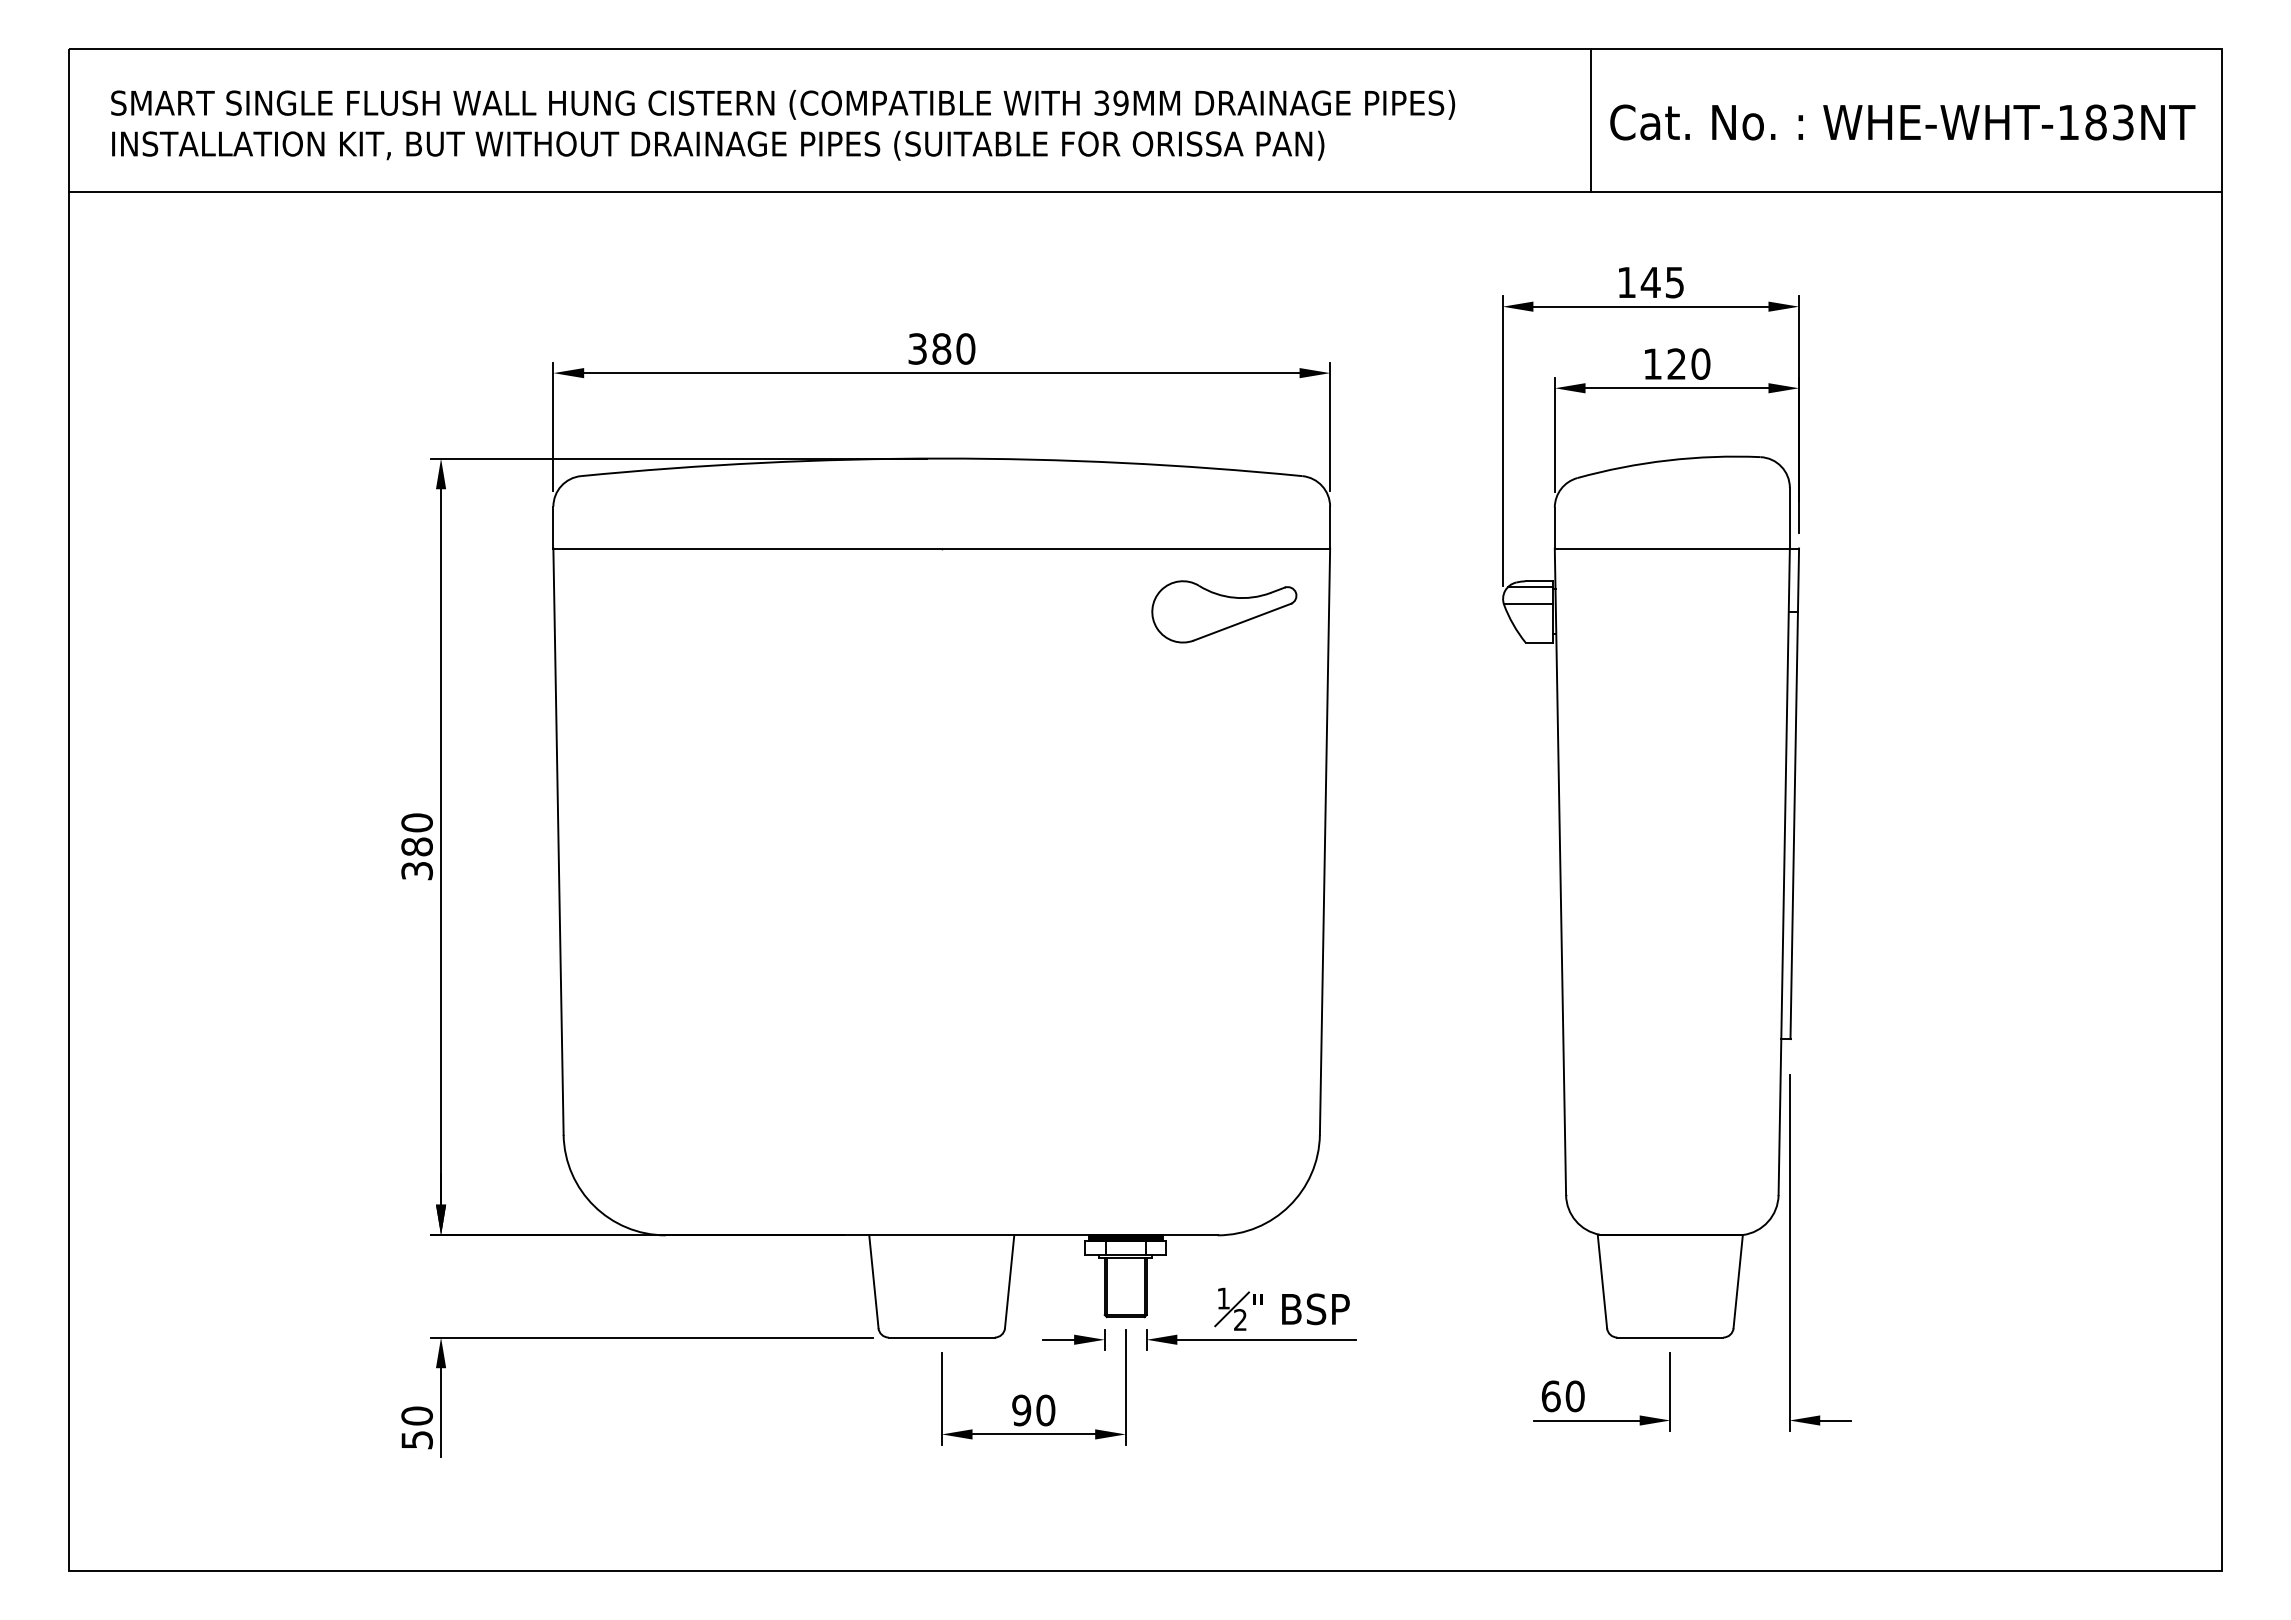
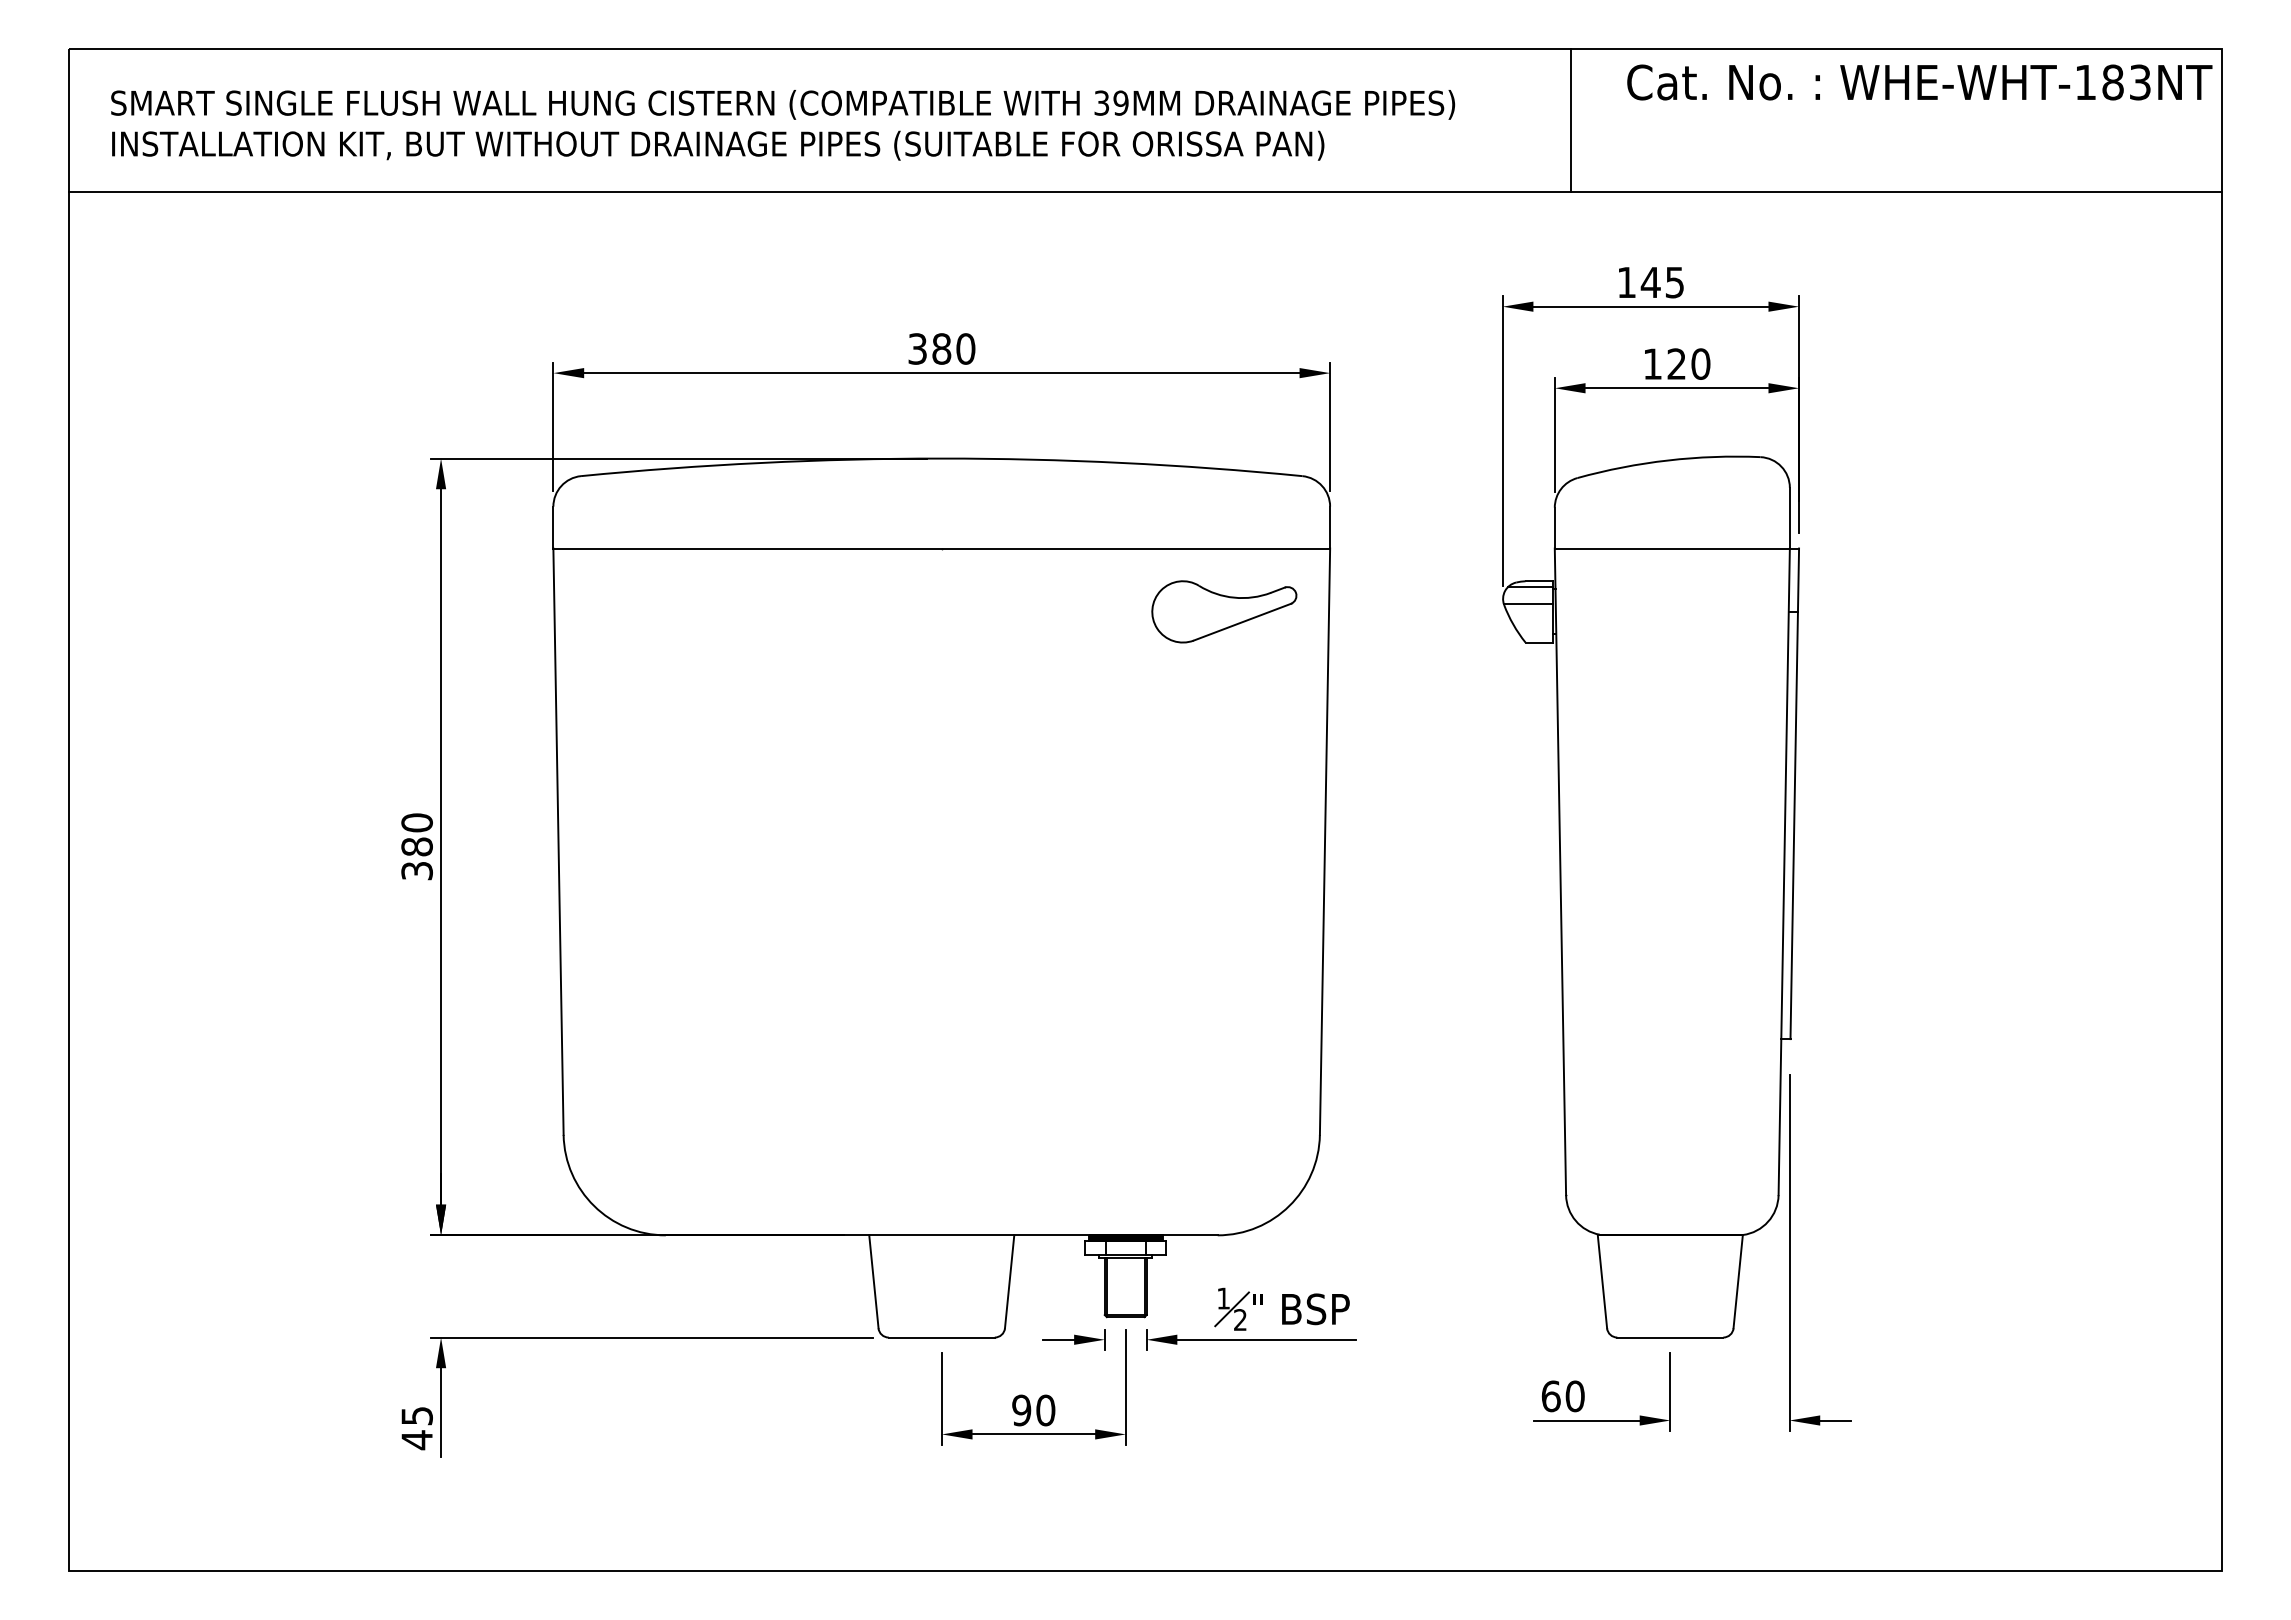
line at (1591, 119) position: (1591, 119) -> (1571, 119)
text at (1902, 122) position: (1902, 122) -> (1919, 82)
text at (416, 1428): 50 -> 45
